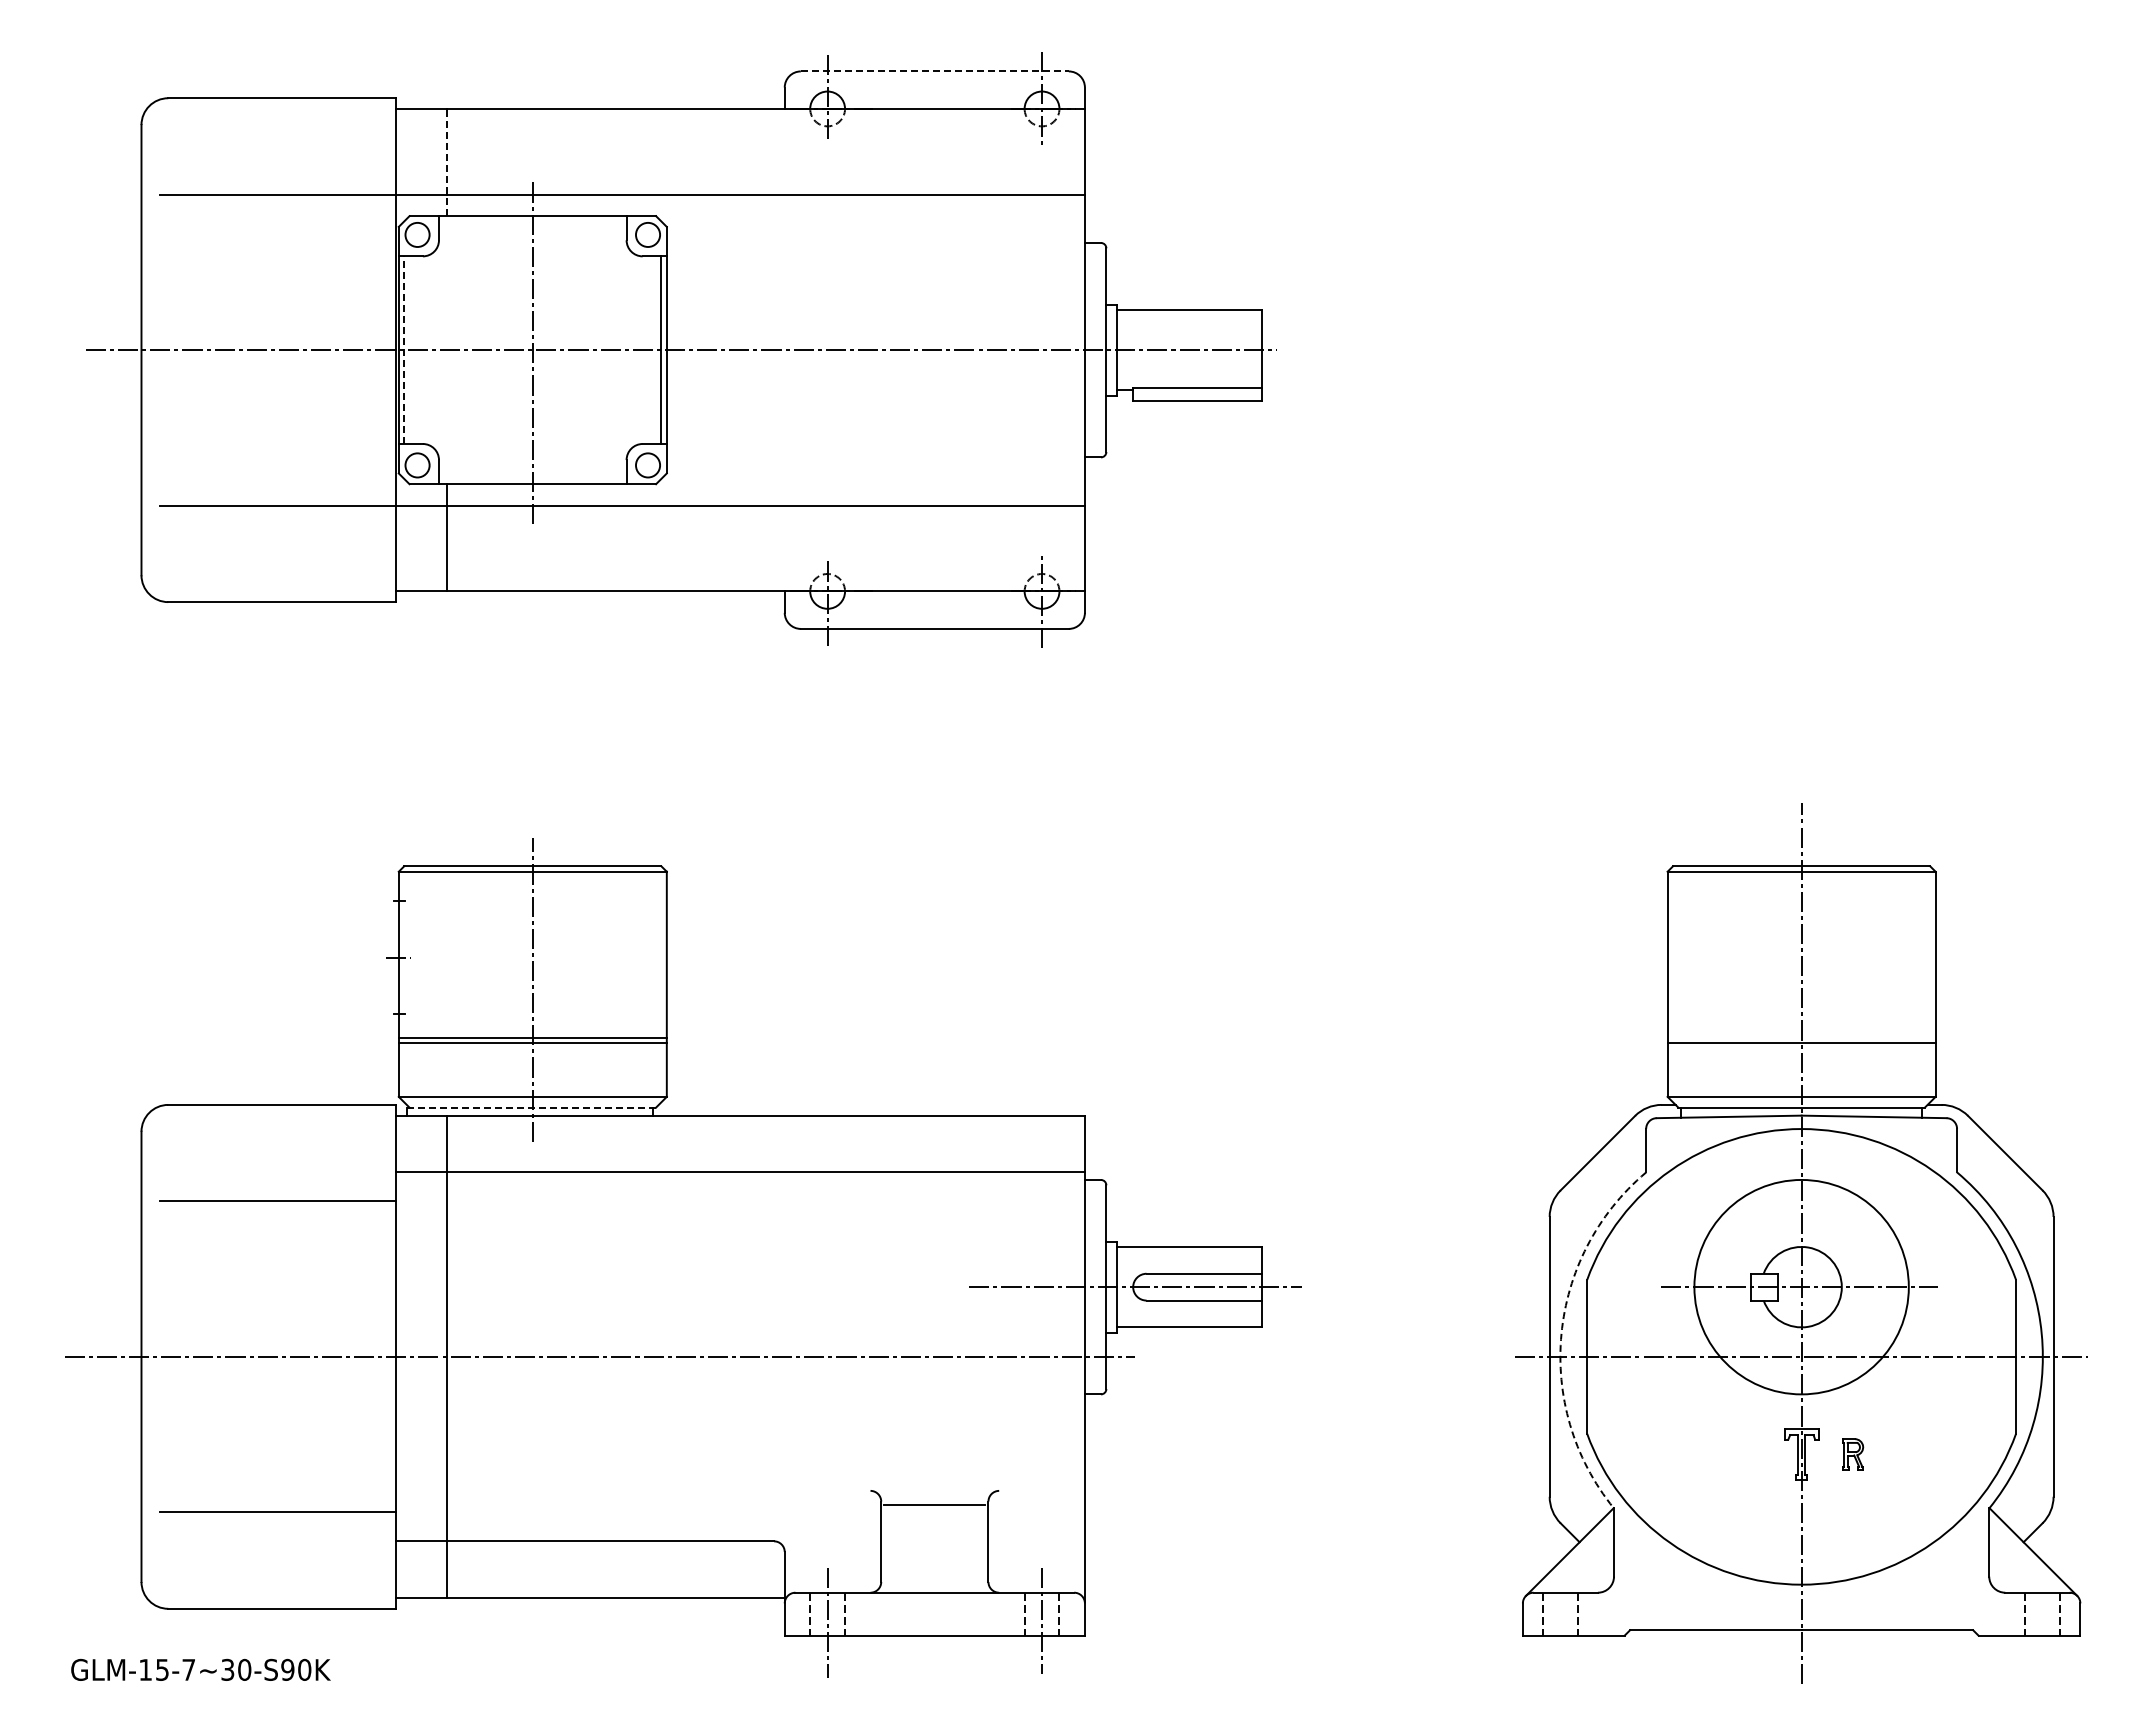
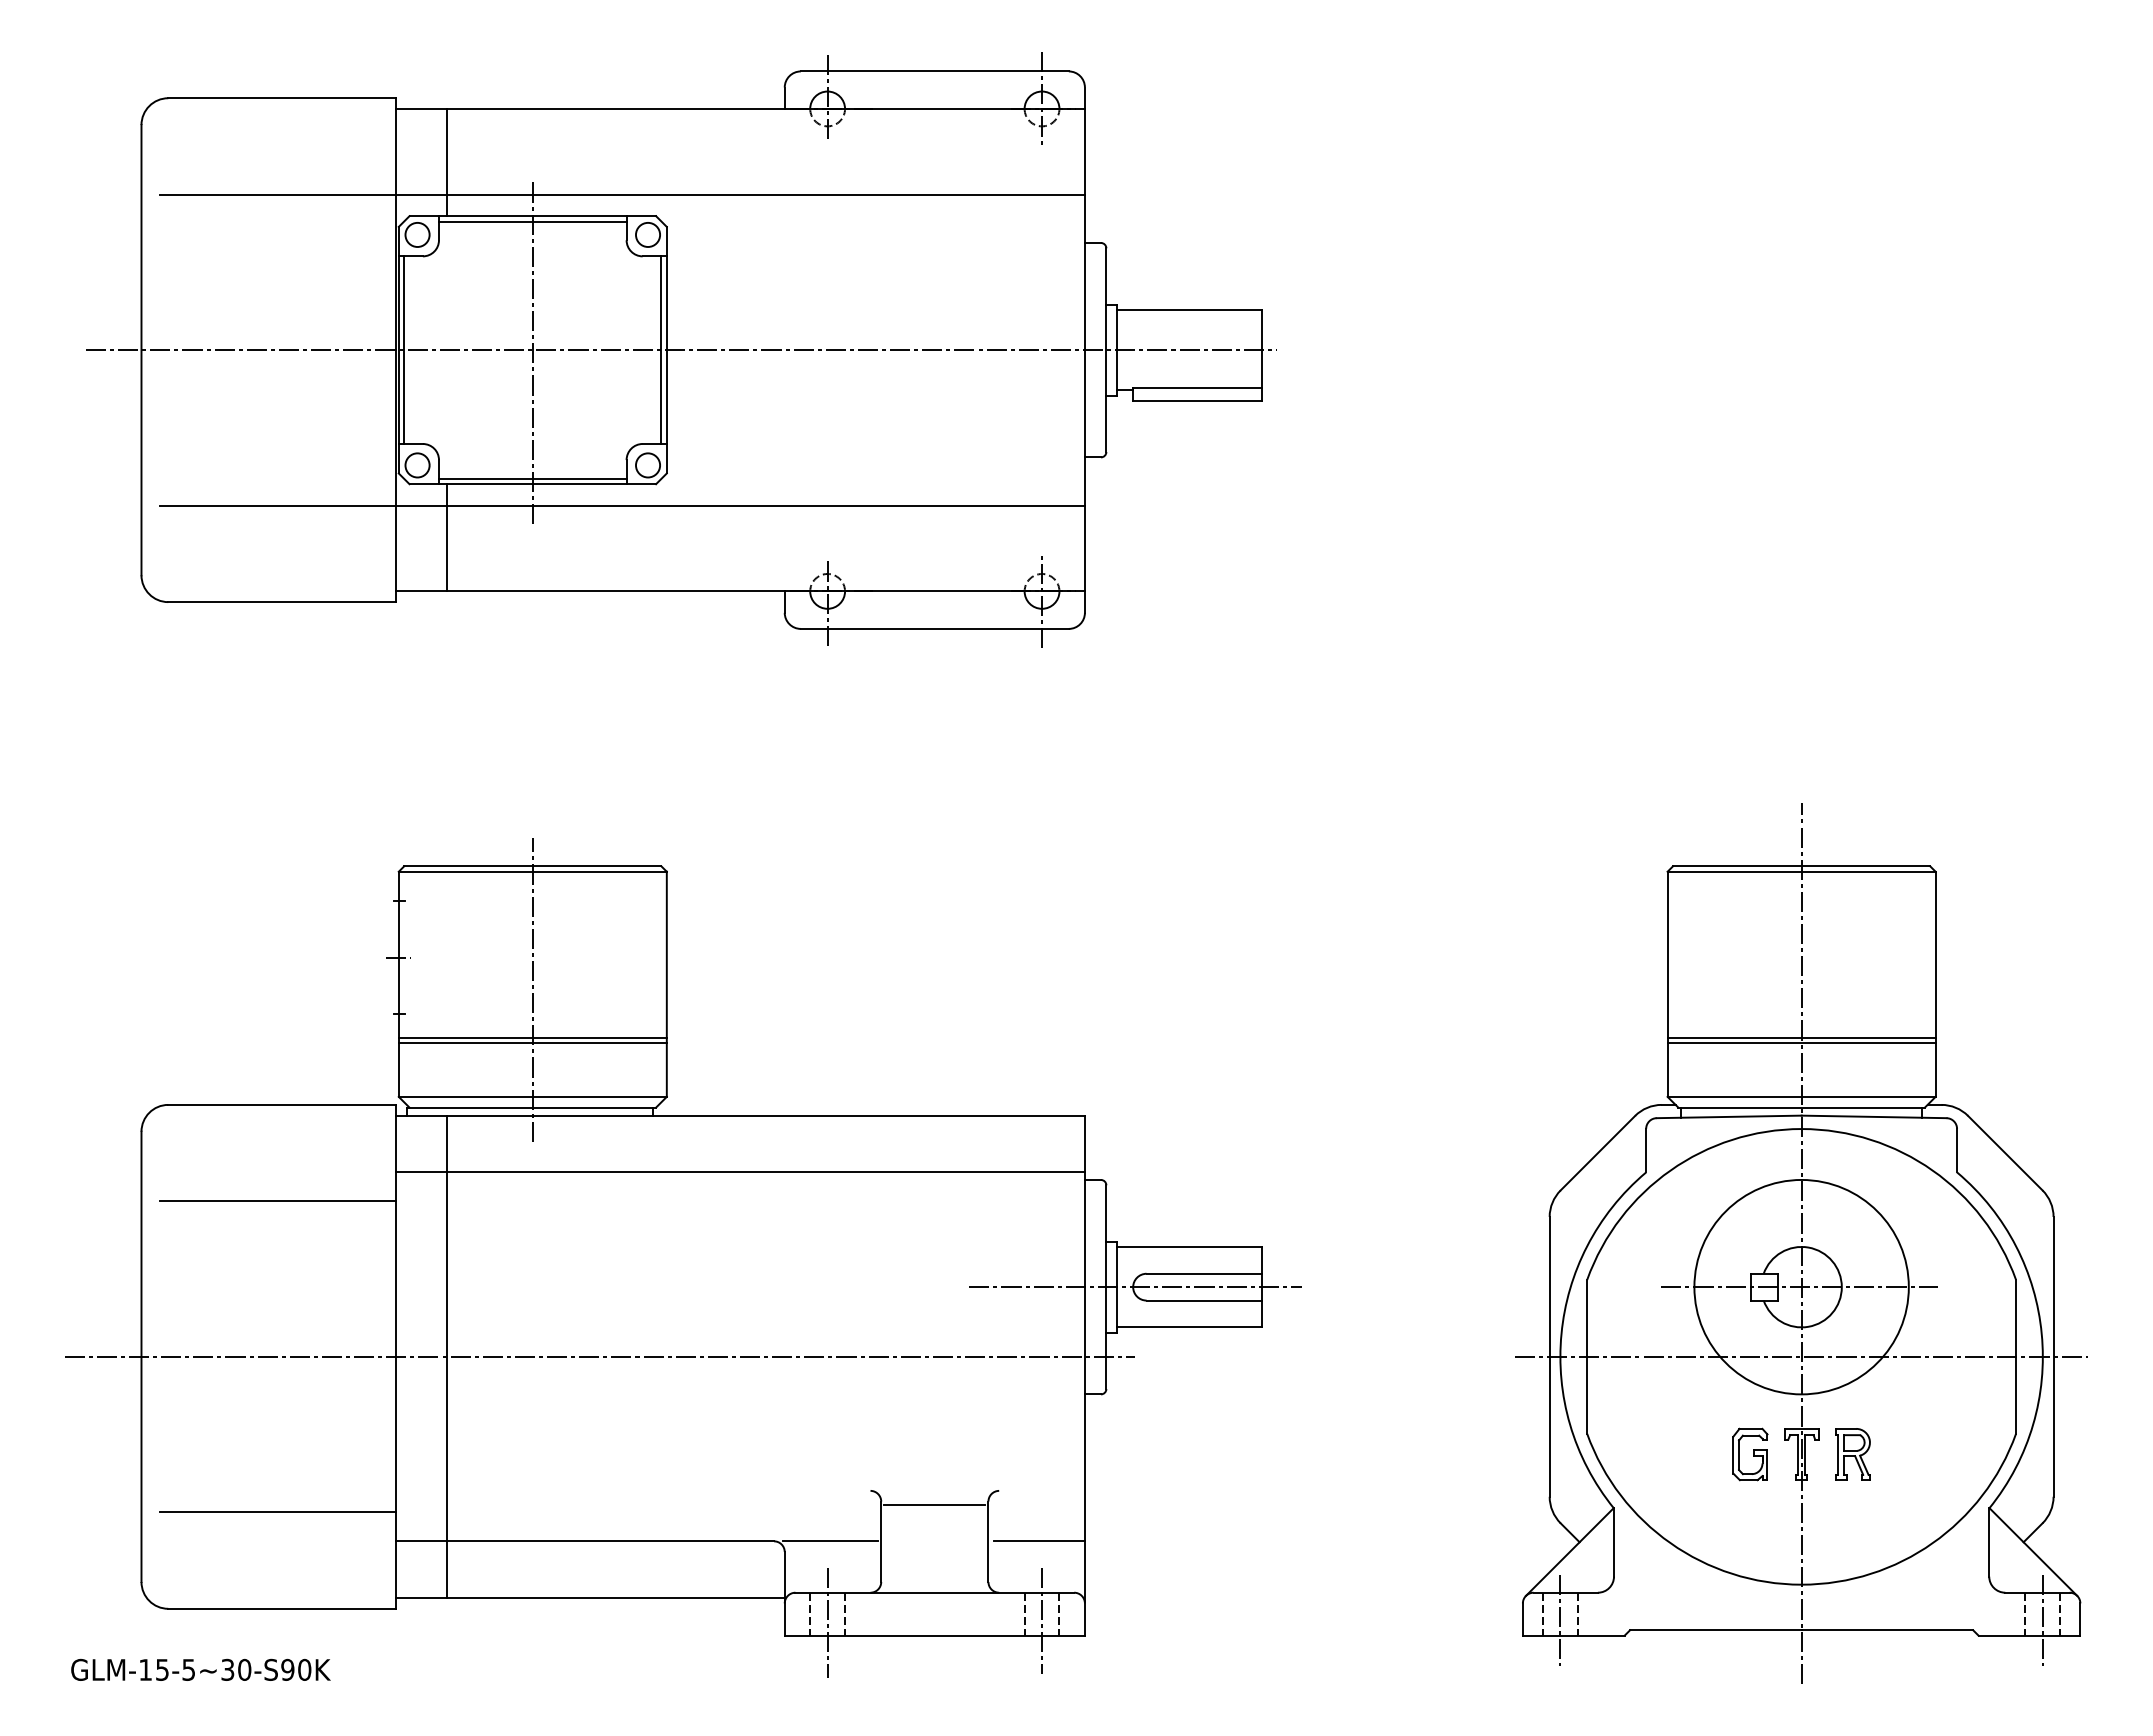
line at (935, 71): dashed -> solid
line at (447, 162): dashed -> solid
line at (532, 221): none -> present
line at (404, 350): dashed -> solid
line at (532, 478): none -> present
line at (1801, 1037): none -> present
line at (531, 1107): dashed -> solid
arc at (1561, 1333): dashed -> solid
part at (1750, 1454): none -> present
part at (1853, 1454) size: 23x33 px -> 36x53 px
line at (830, 1541): none -> present
line at (1038, 1541): none -> present
line at (1560, 1620): none -> present
line at (2042, 1620): none -> present
text at (188, 1669): GLM-15-7~30-S90K -> GLM-15-5~30-S90K
